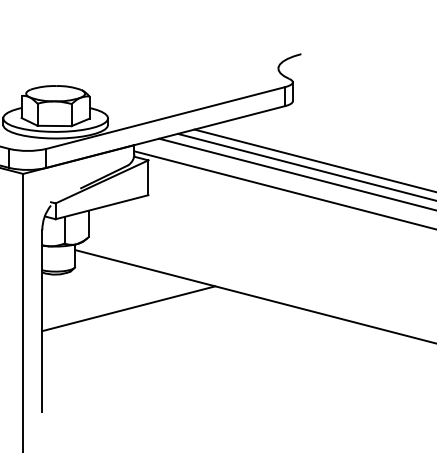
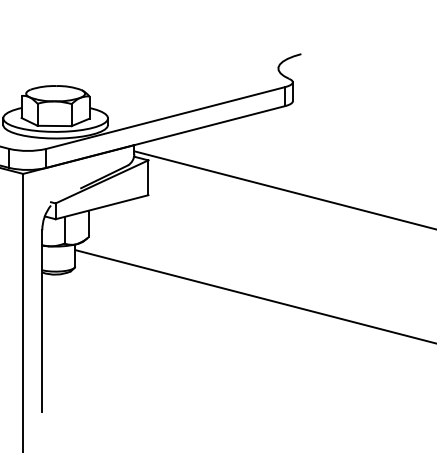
line at (313, 160): present -> none
line at (305, 166): present -> none
line at (296, 173): present -> none
line at (128, 308): present -> none
